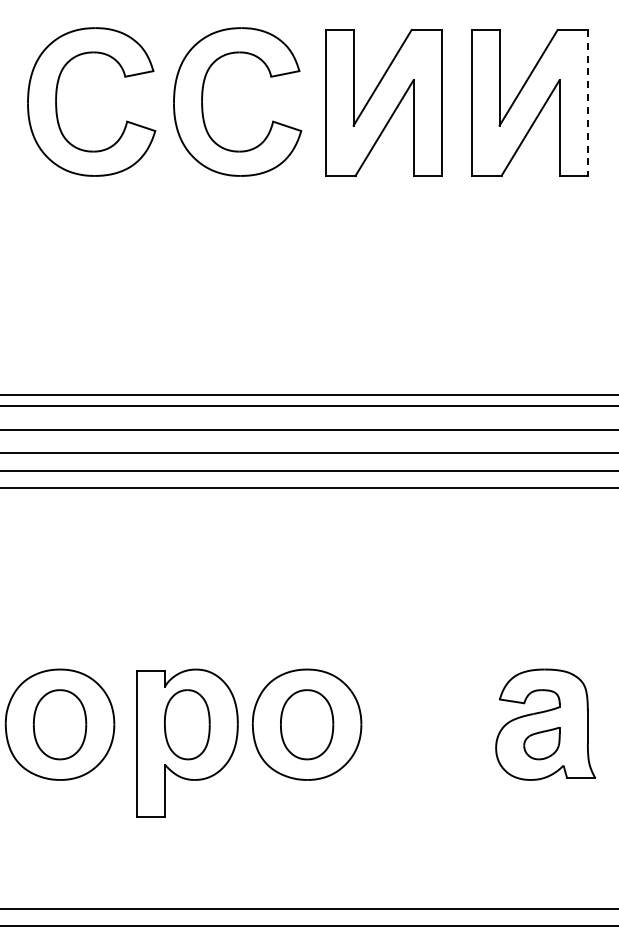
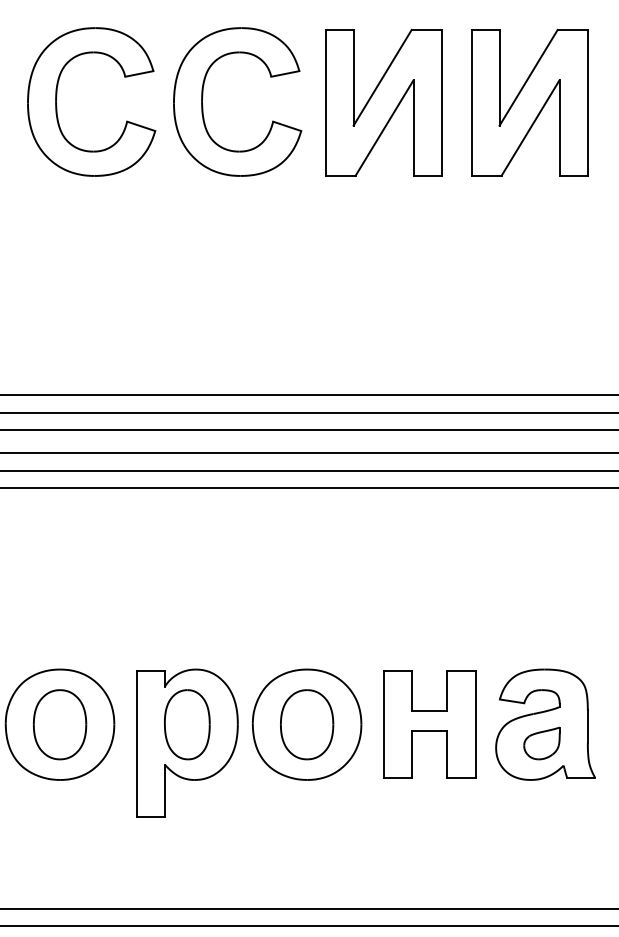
line at (587, 102): dashed -> solid
line at (308, 405) position: (308, 405) -> (308, 412)
part at (429, 724): none -> present
